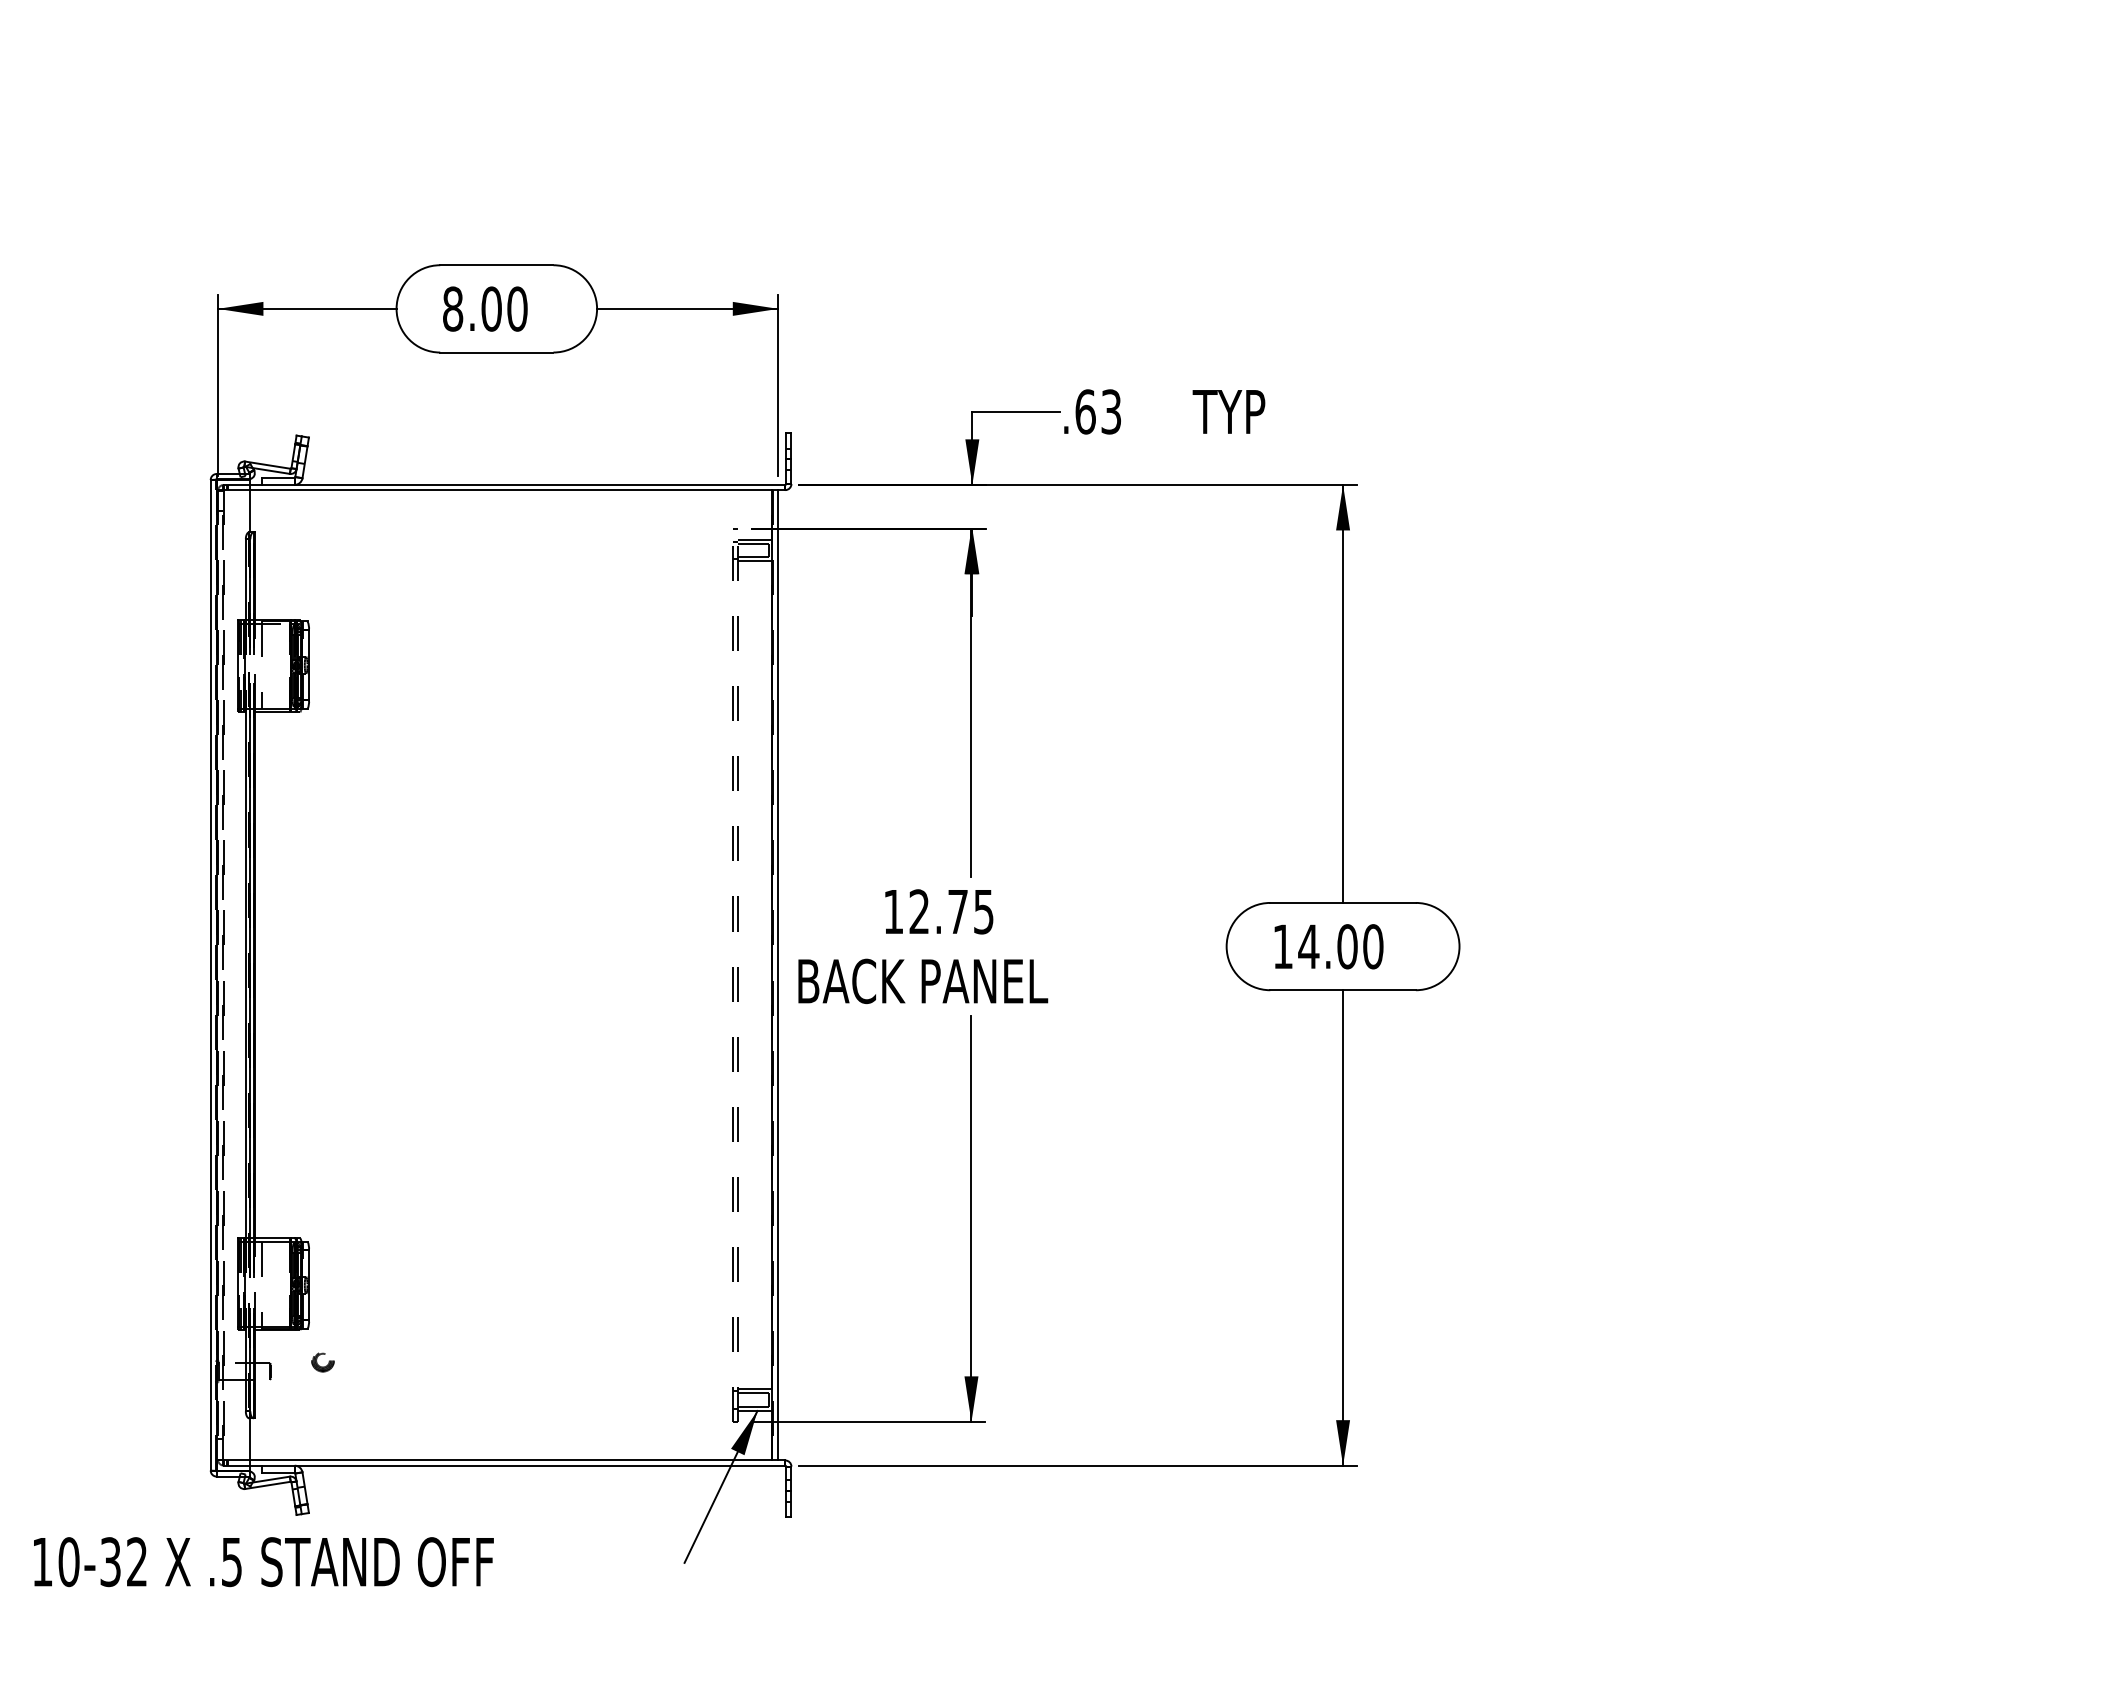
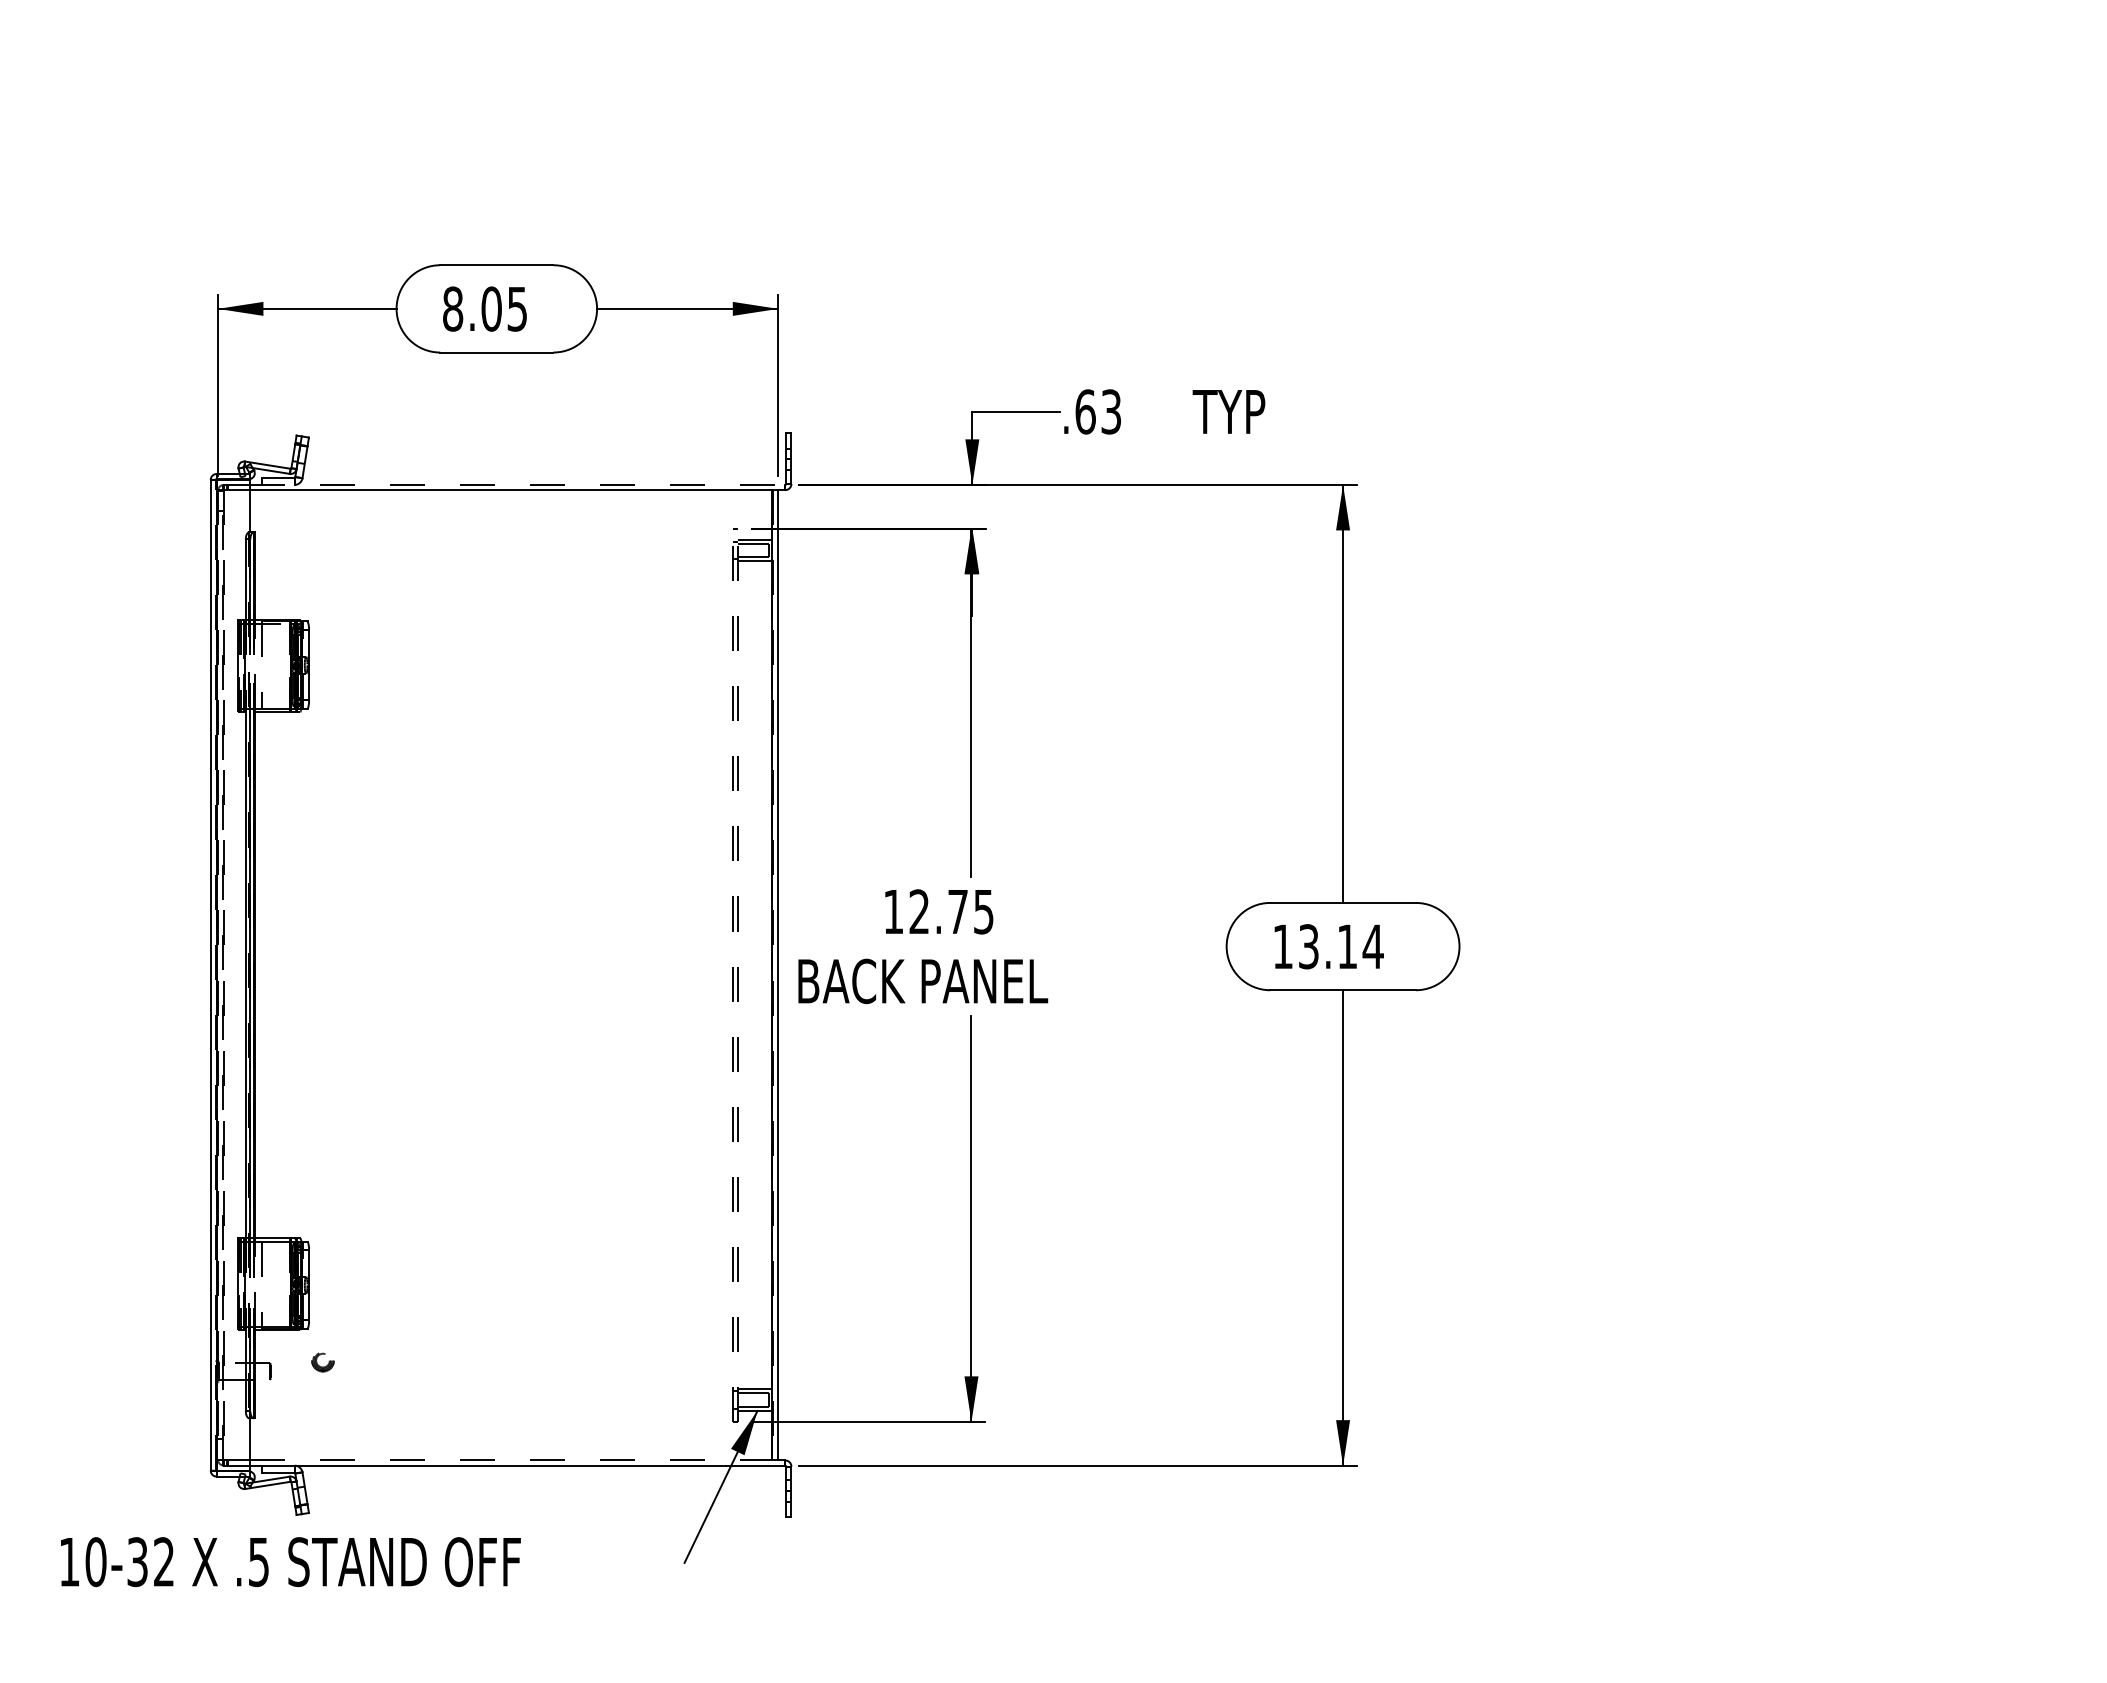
text at (517, 308): 8.00 -> 8.05
line at (517, 484): solid -> dashed
text at (1340, 946): 14.00 -> 13.14
line at (511, 1460): solid -> dashed
text at (263, 1562) position: (263, 1562) -> (290, 1562)
